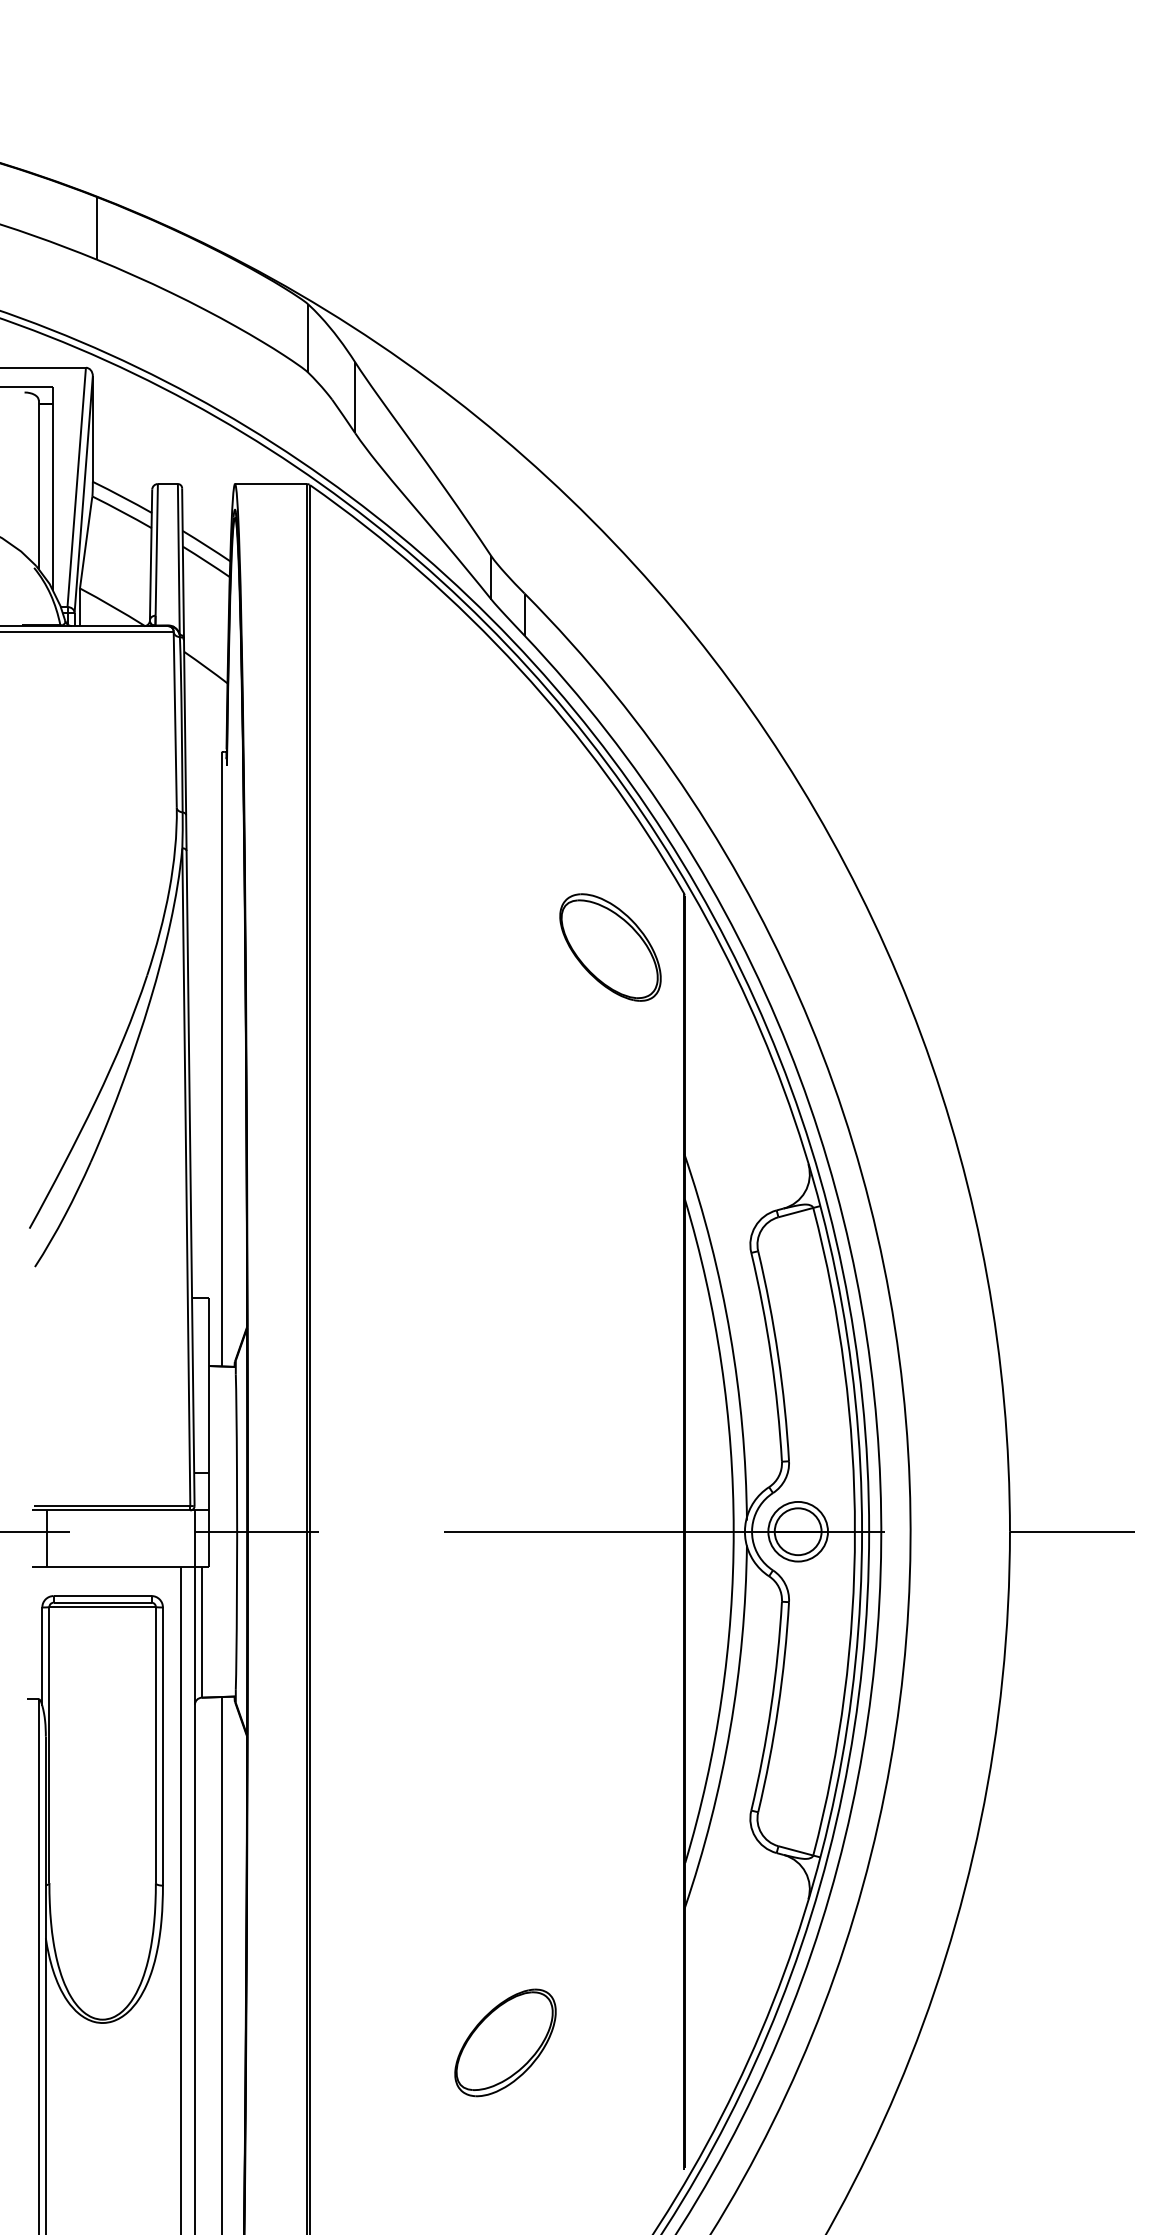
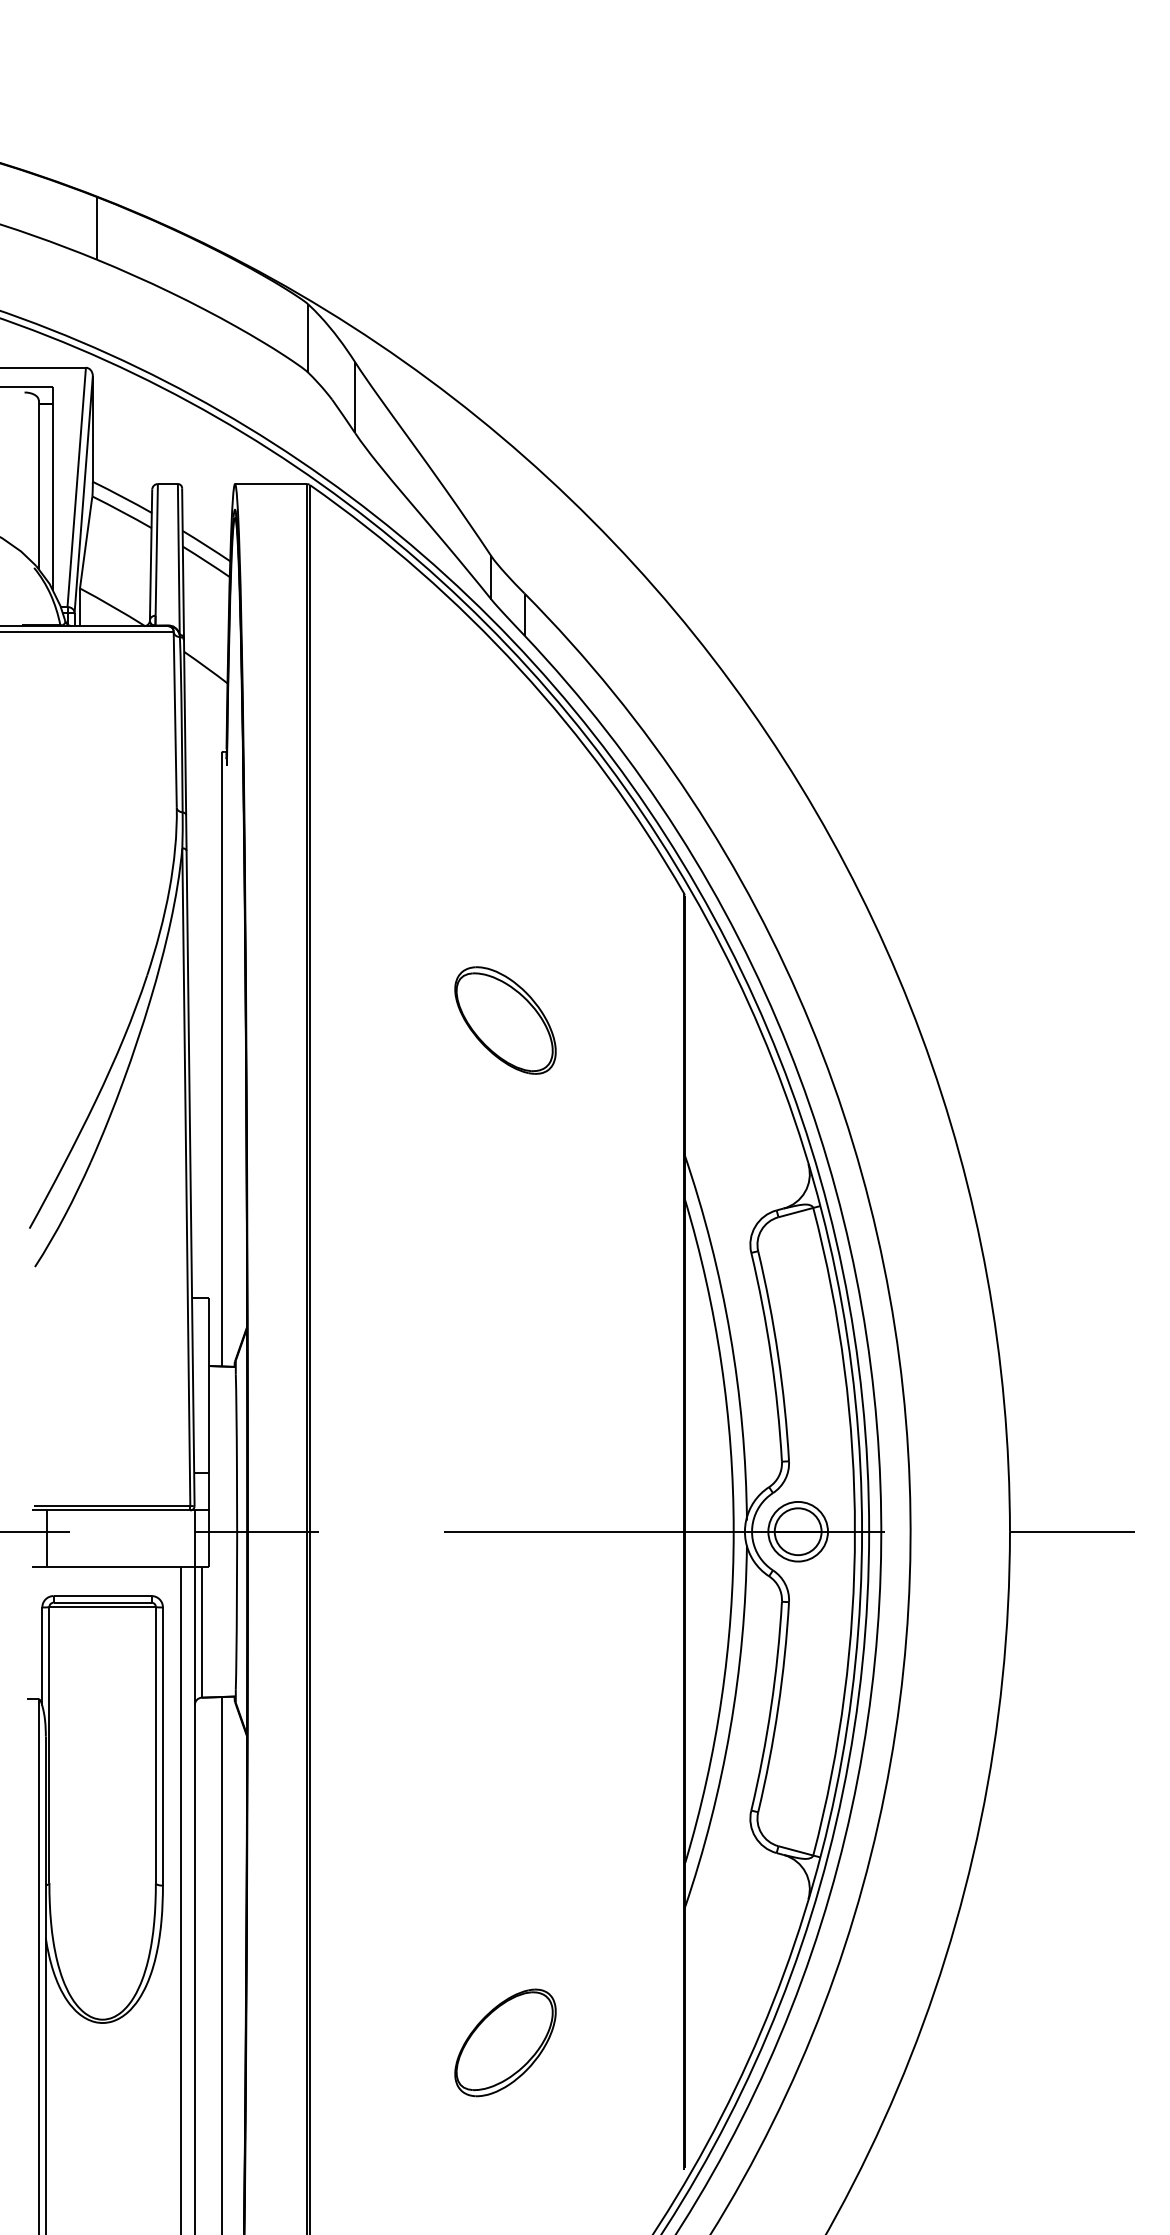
part at (610, 947) position: (610, 947) -> (505, 1020)
